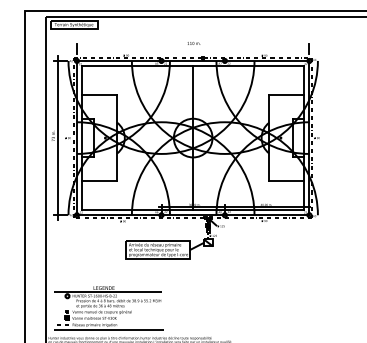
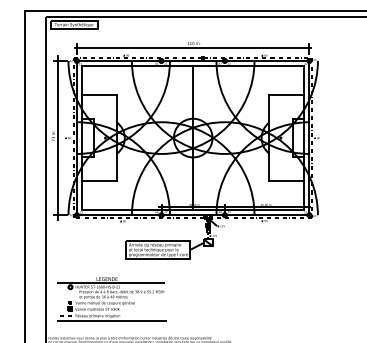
line at (193, 48): none -> present
part at (108, 308) position: (108, 308) -> (111, 299)
